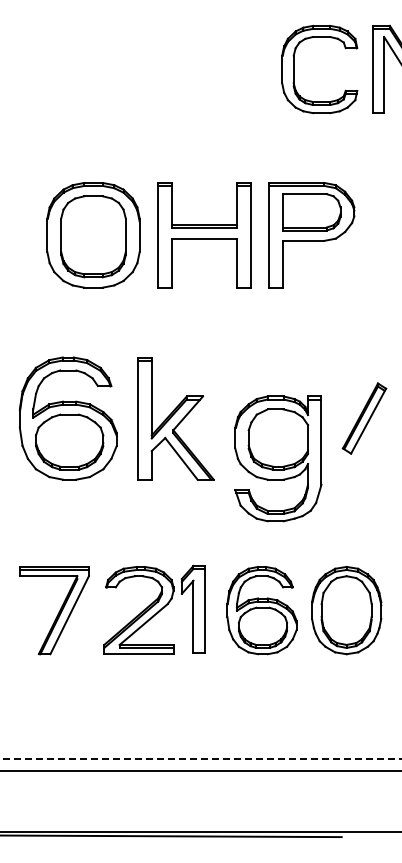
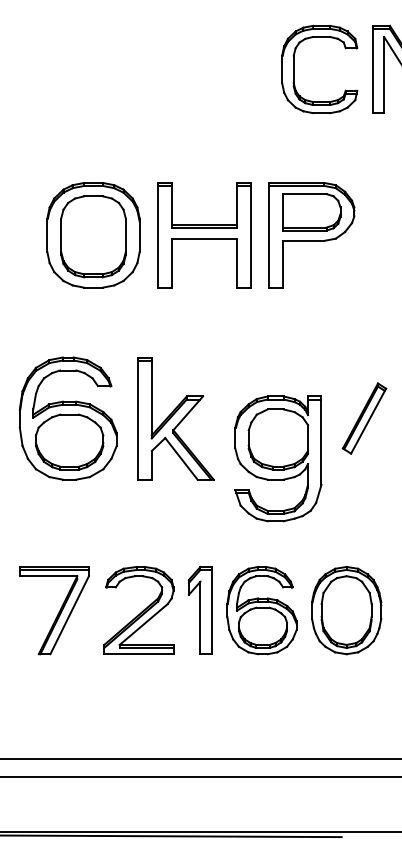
part at (192, 608) position: (192, 608) -> (199, 609)
line at (200, 758): dashed -> solid
line at (200, 771) position: (200, 771) -> (200, 777)
